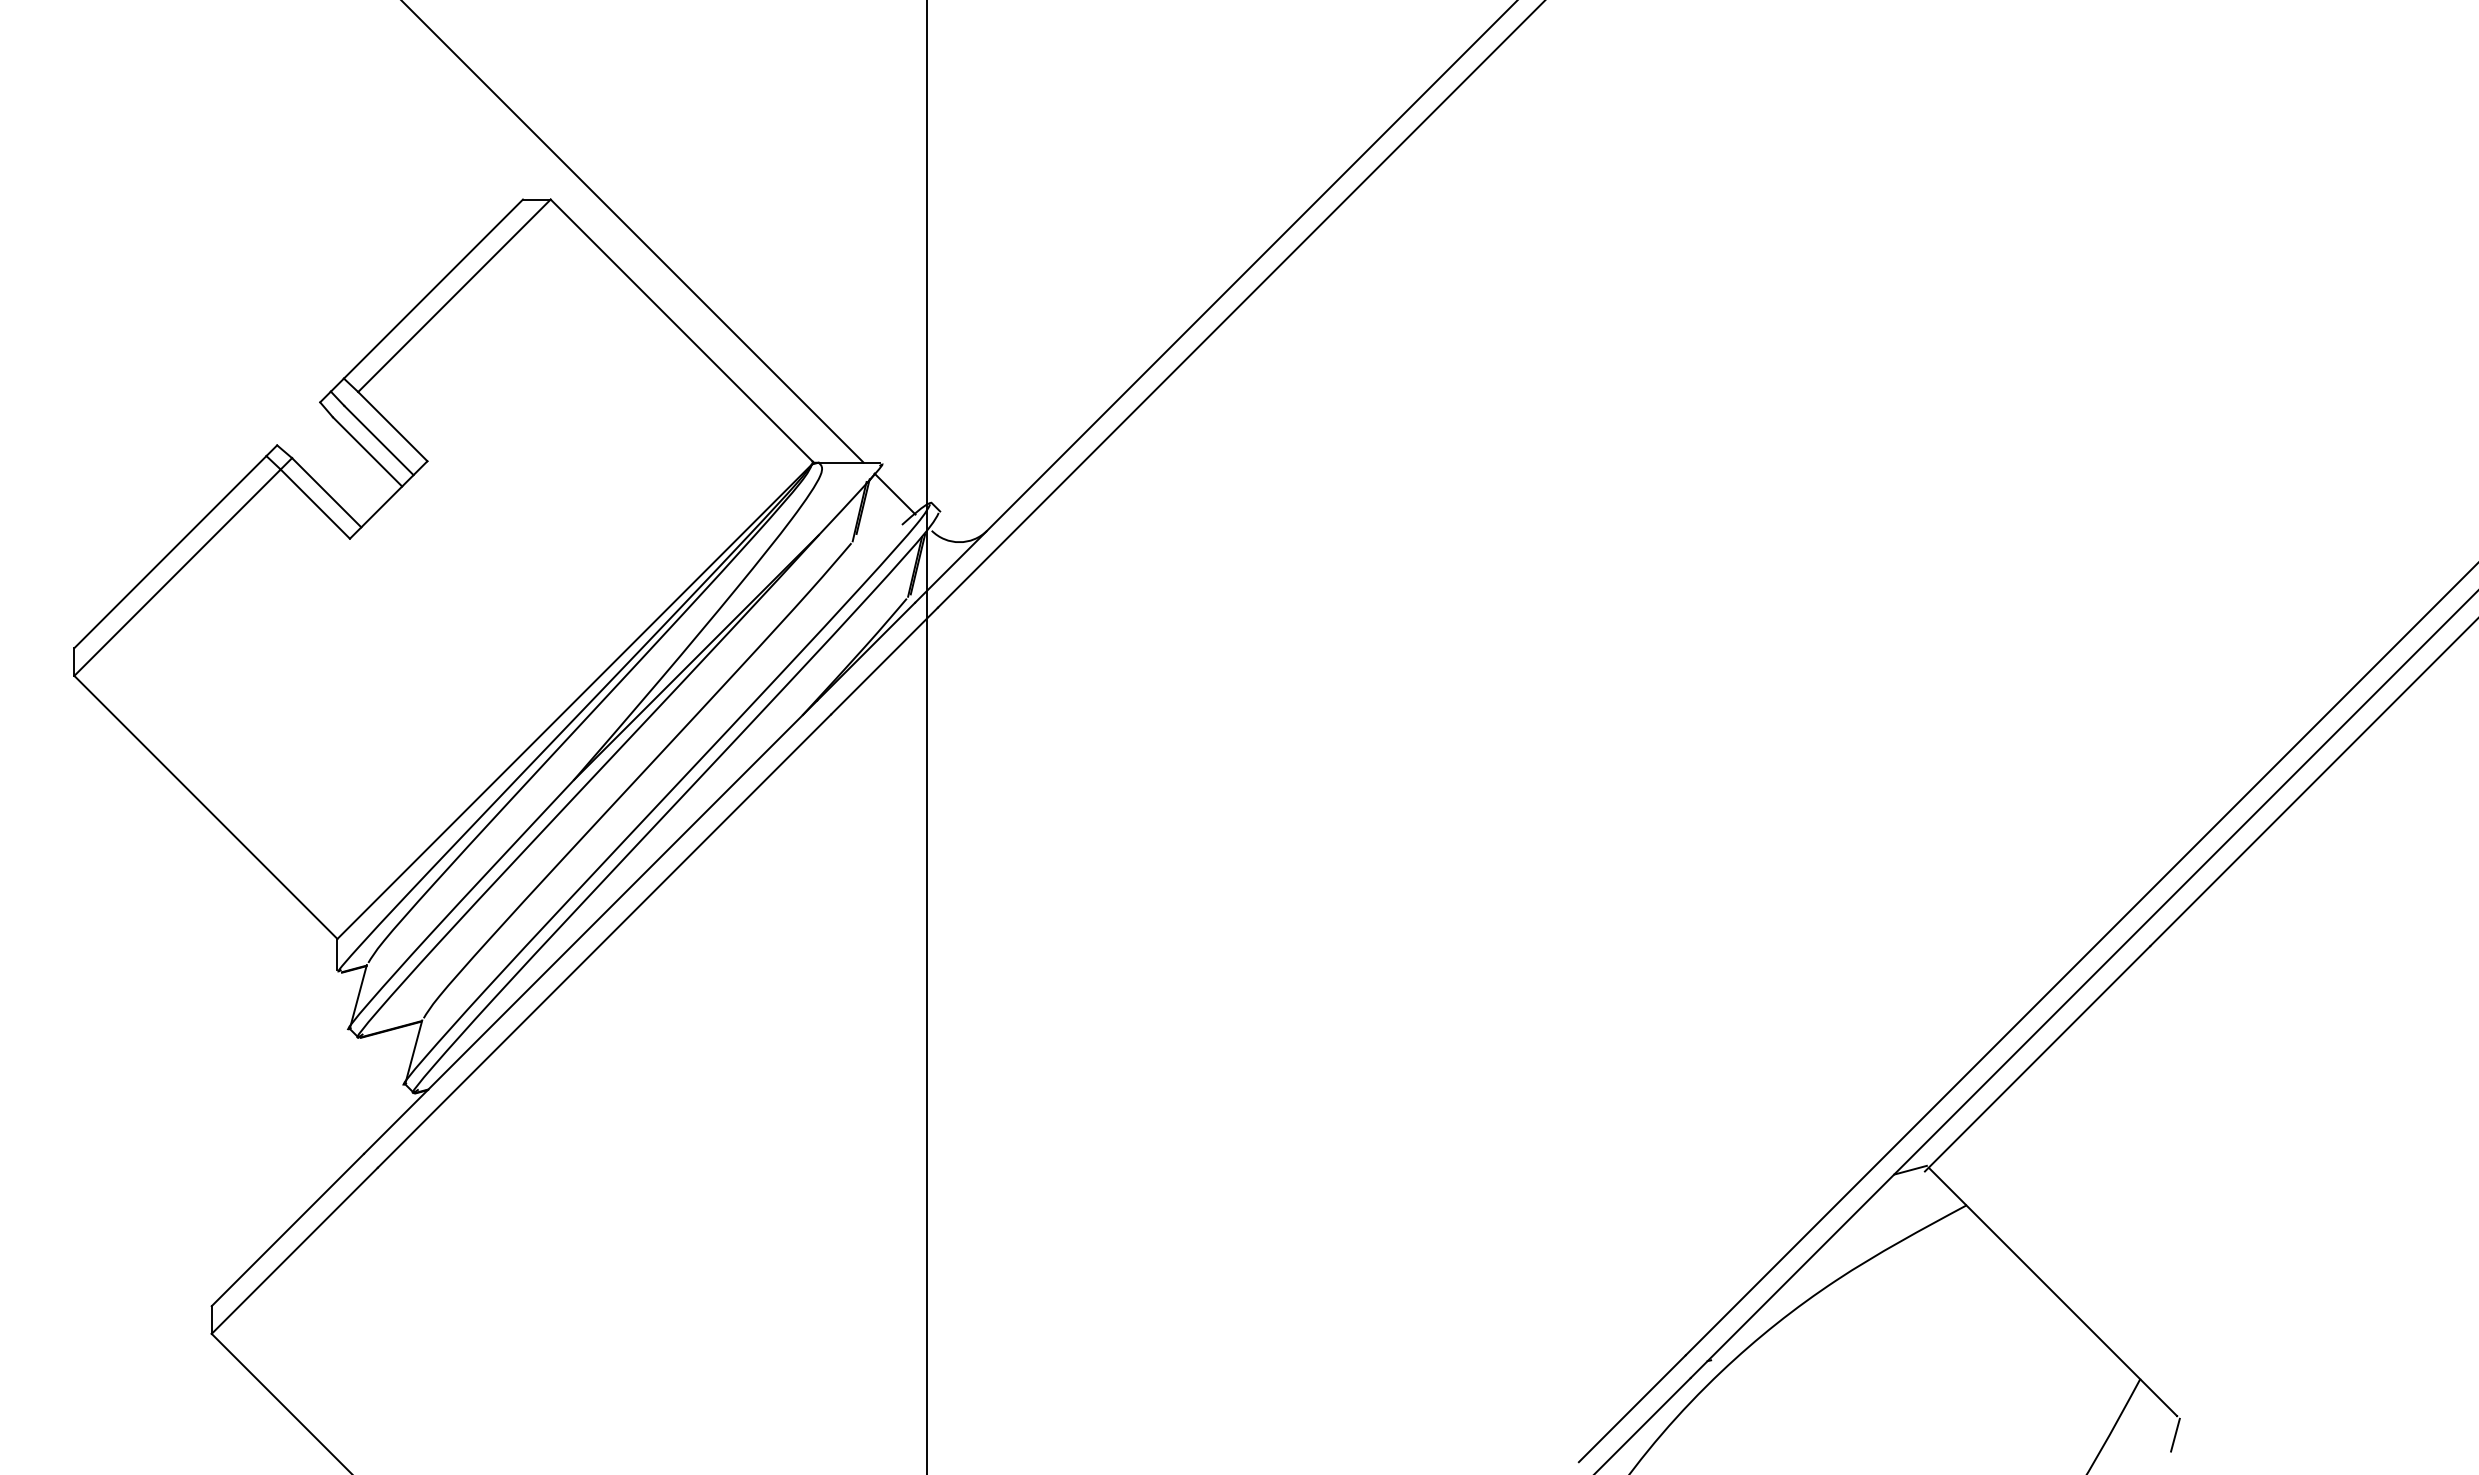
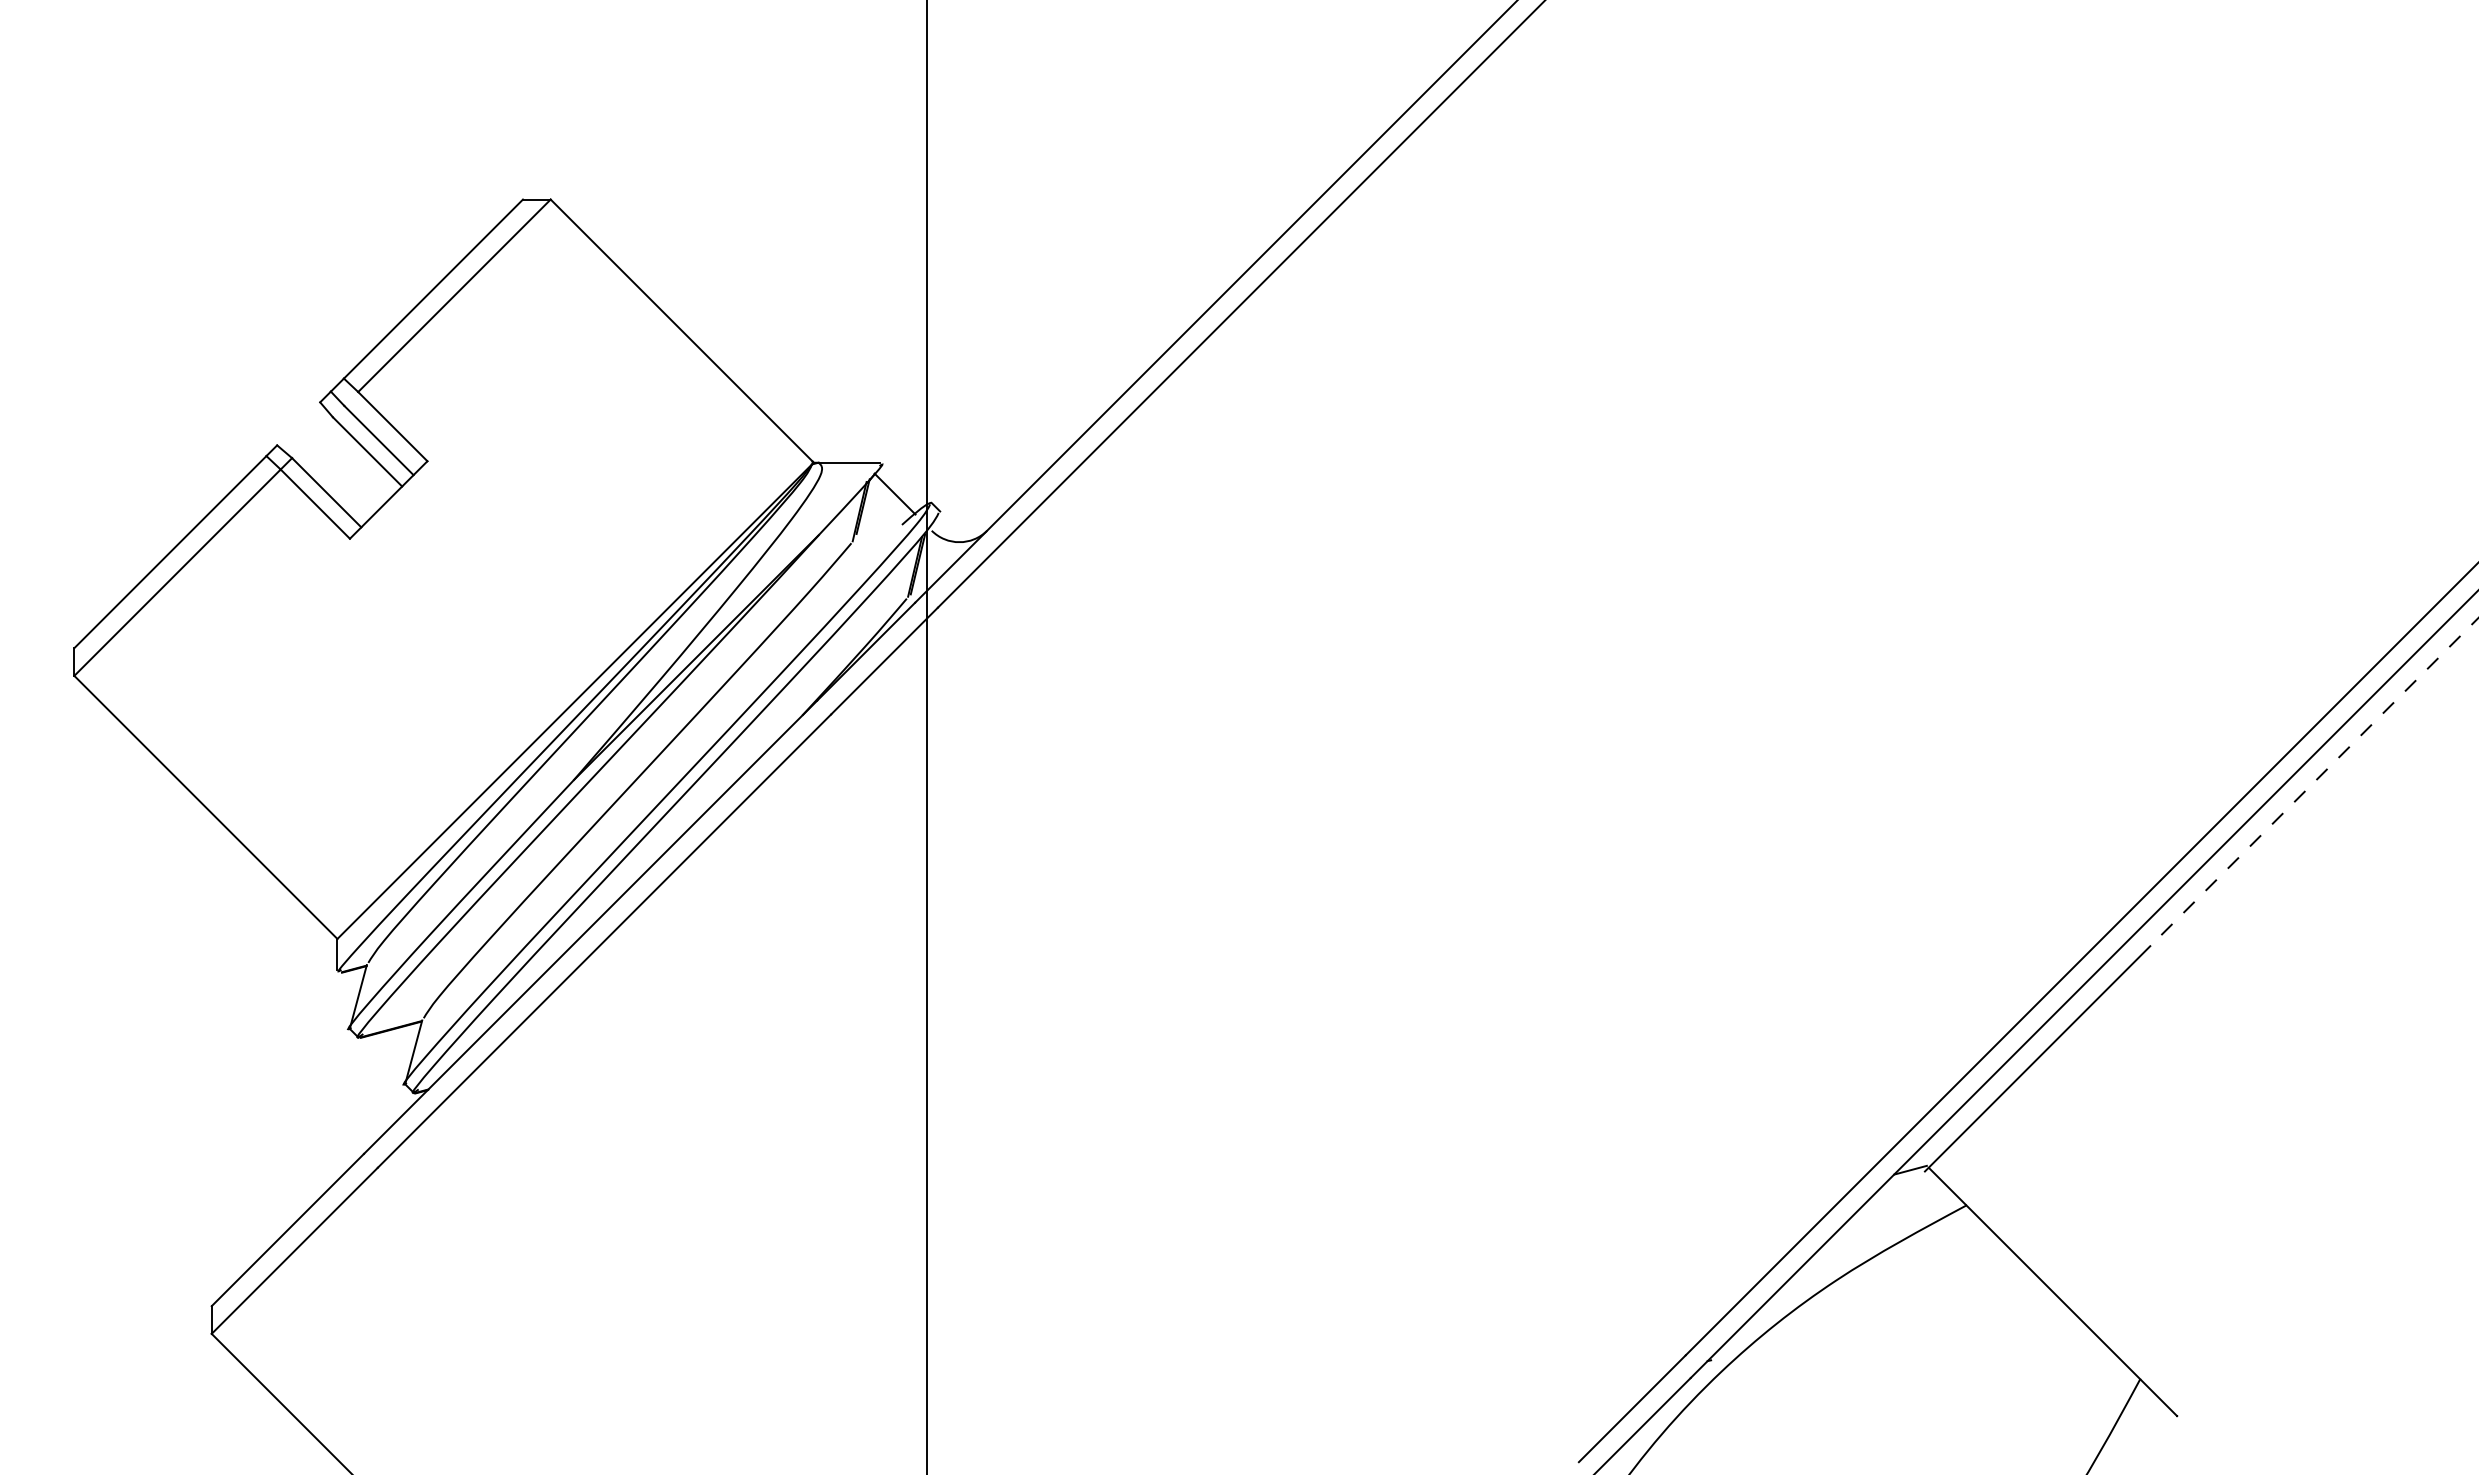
line at (633, 232): present -> none
line at (2314, 782): solid -> dashed
line at (2175, 1434): present -> none
